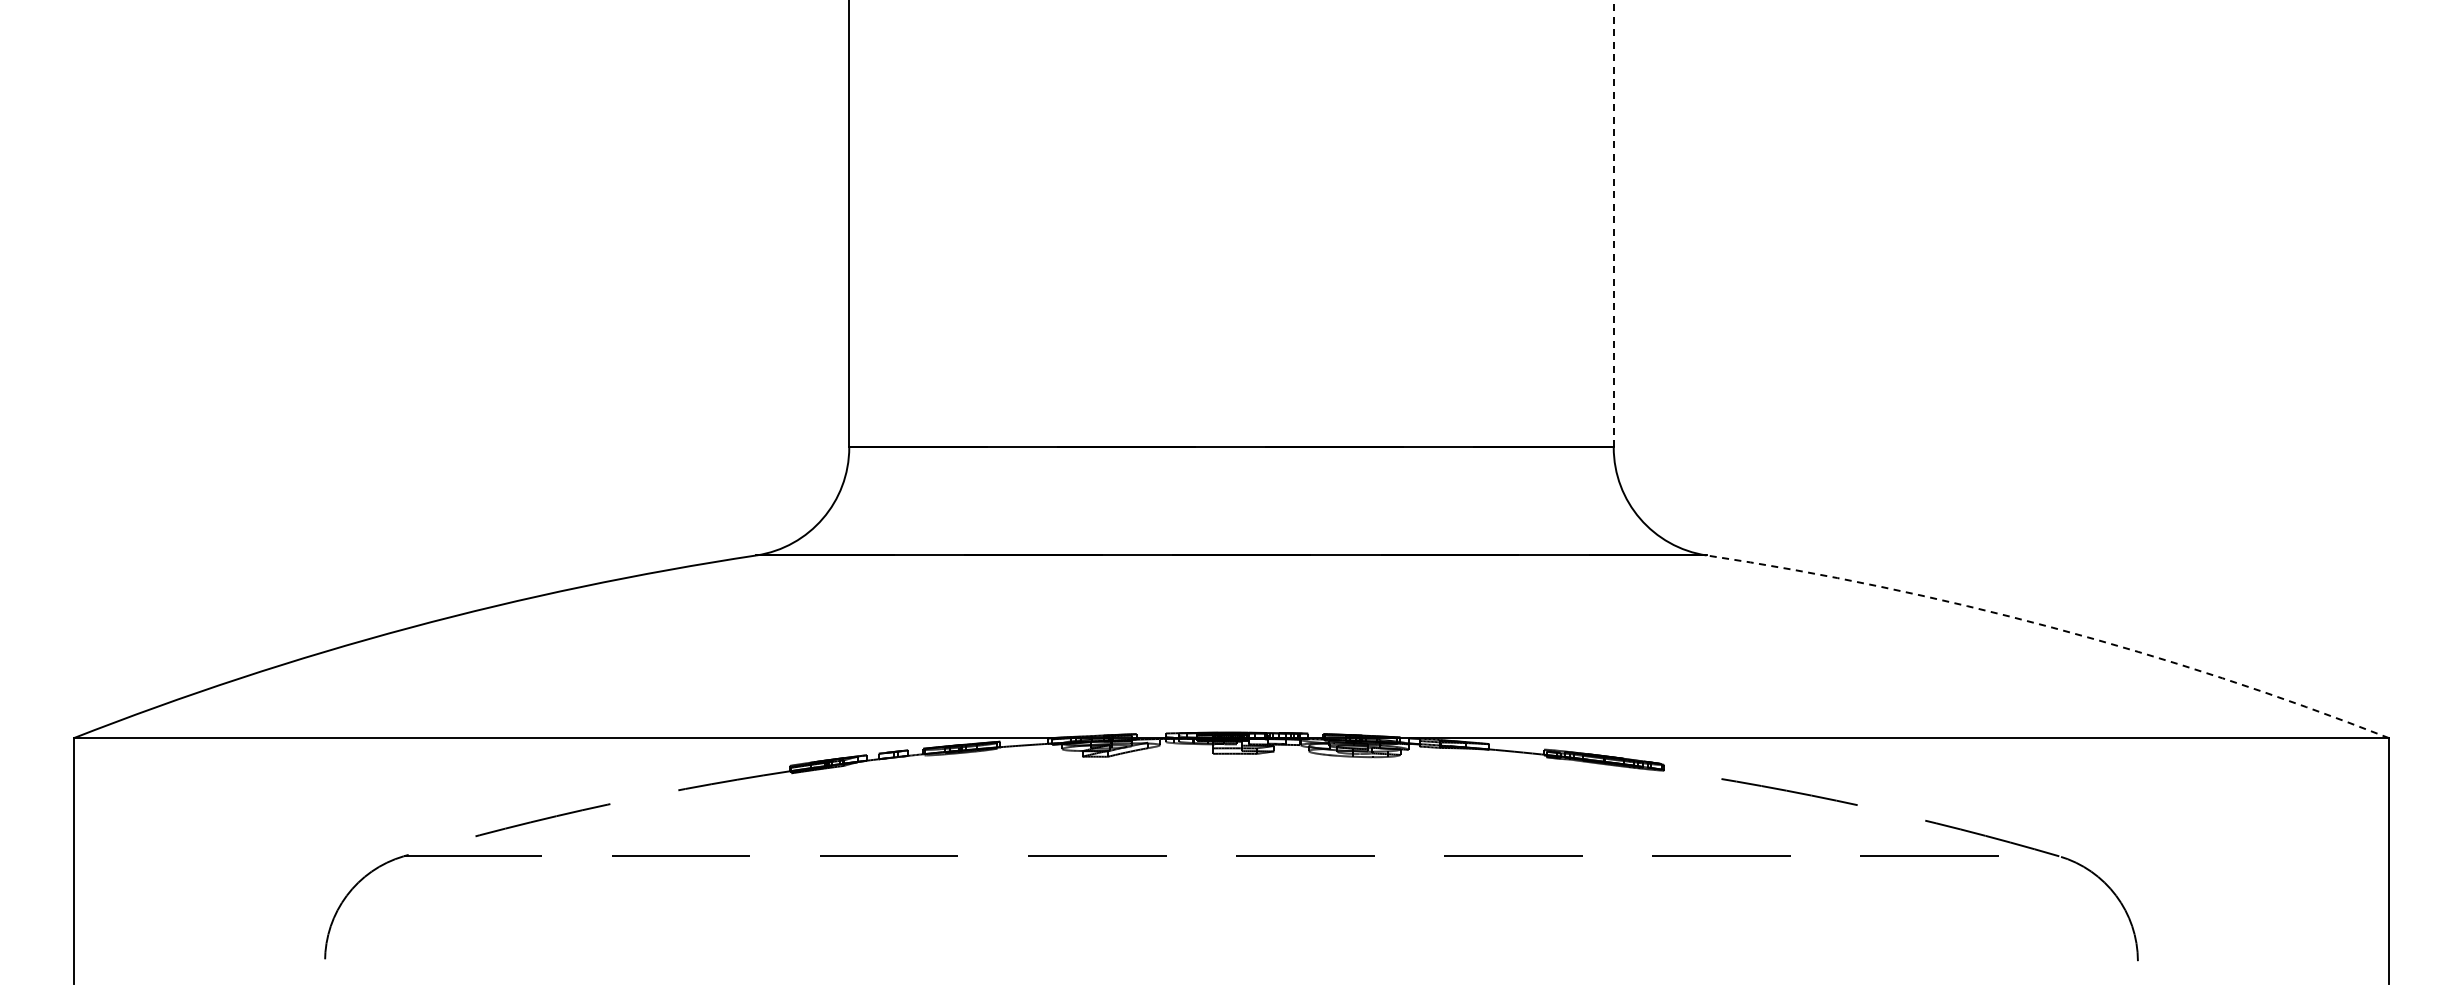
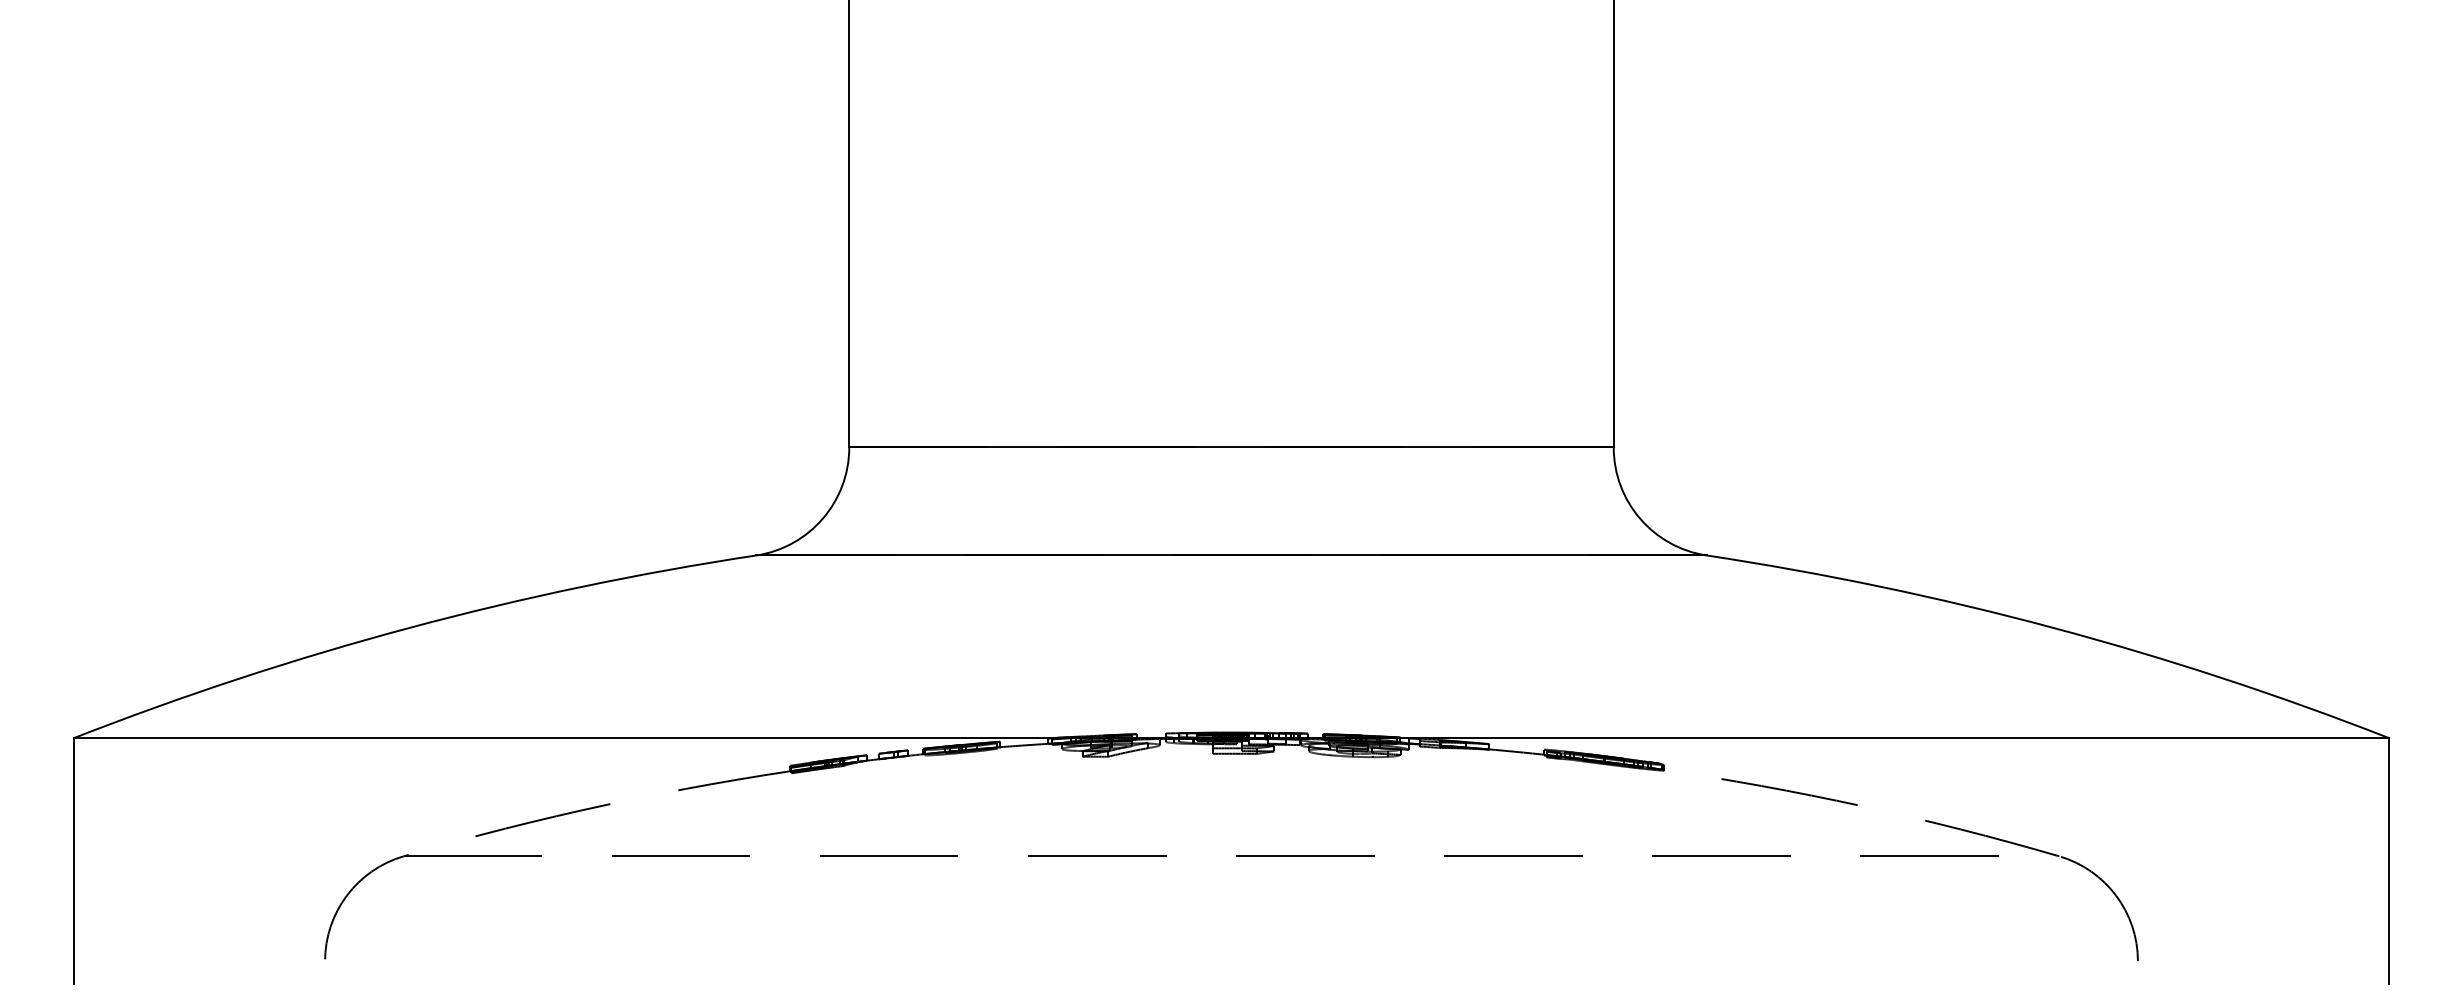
line at (1613, 223): dashed -> solid
arc at (2052, 627): dashed -> solid
